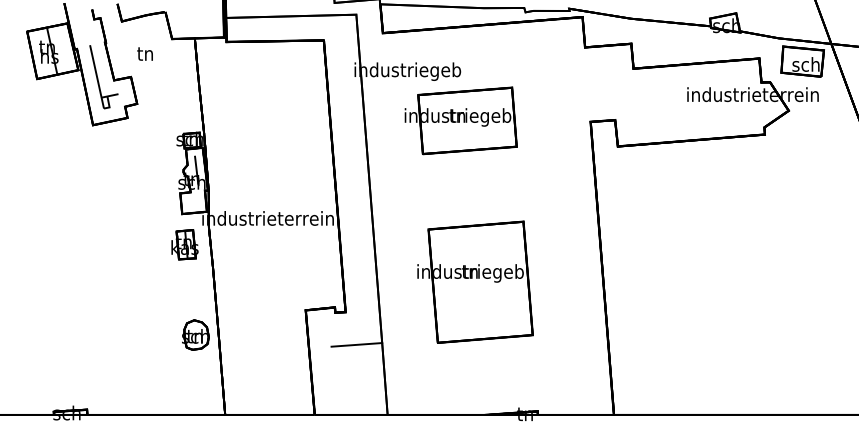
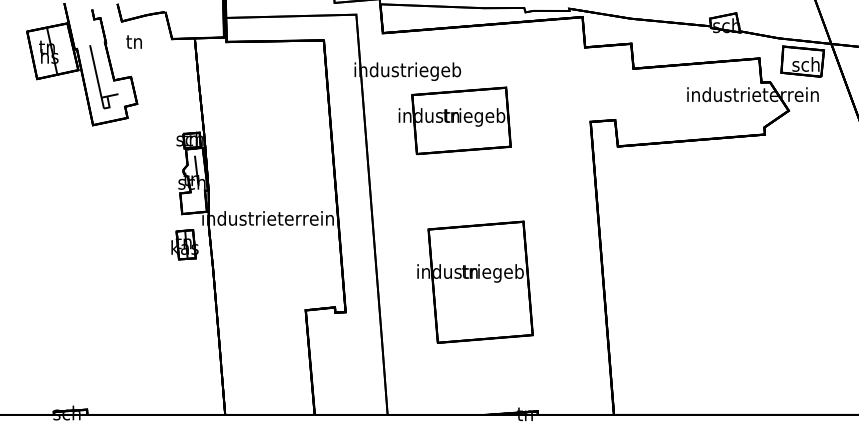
text at (144, 53) position: (144, 53) -> (133, 41)
part at (460, 120) position: (460, 120) -> (454, 120)
part at (195, 334): present -> none
line at (356, 344): present -> none
